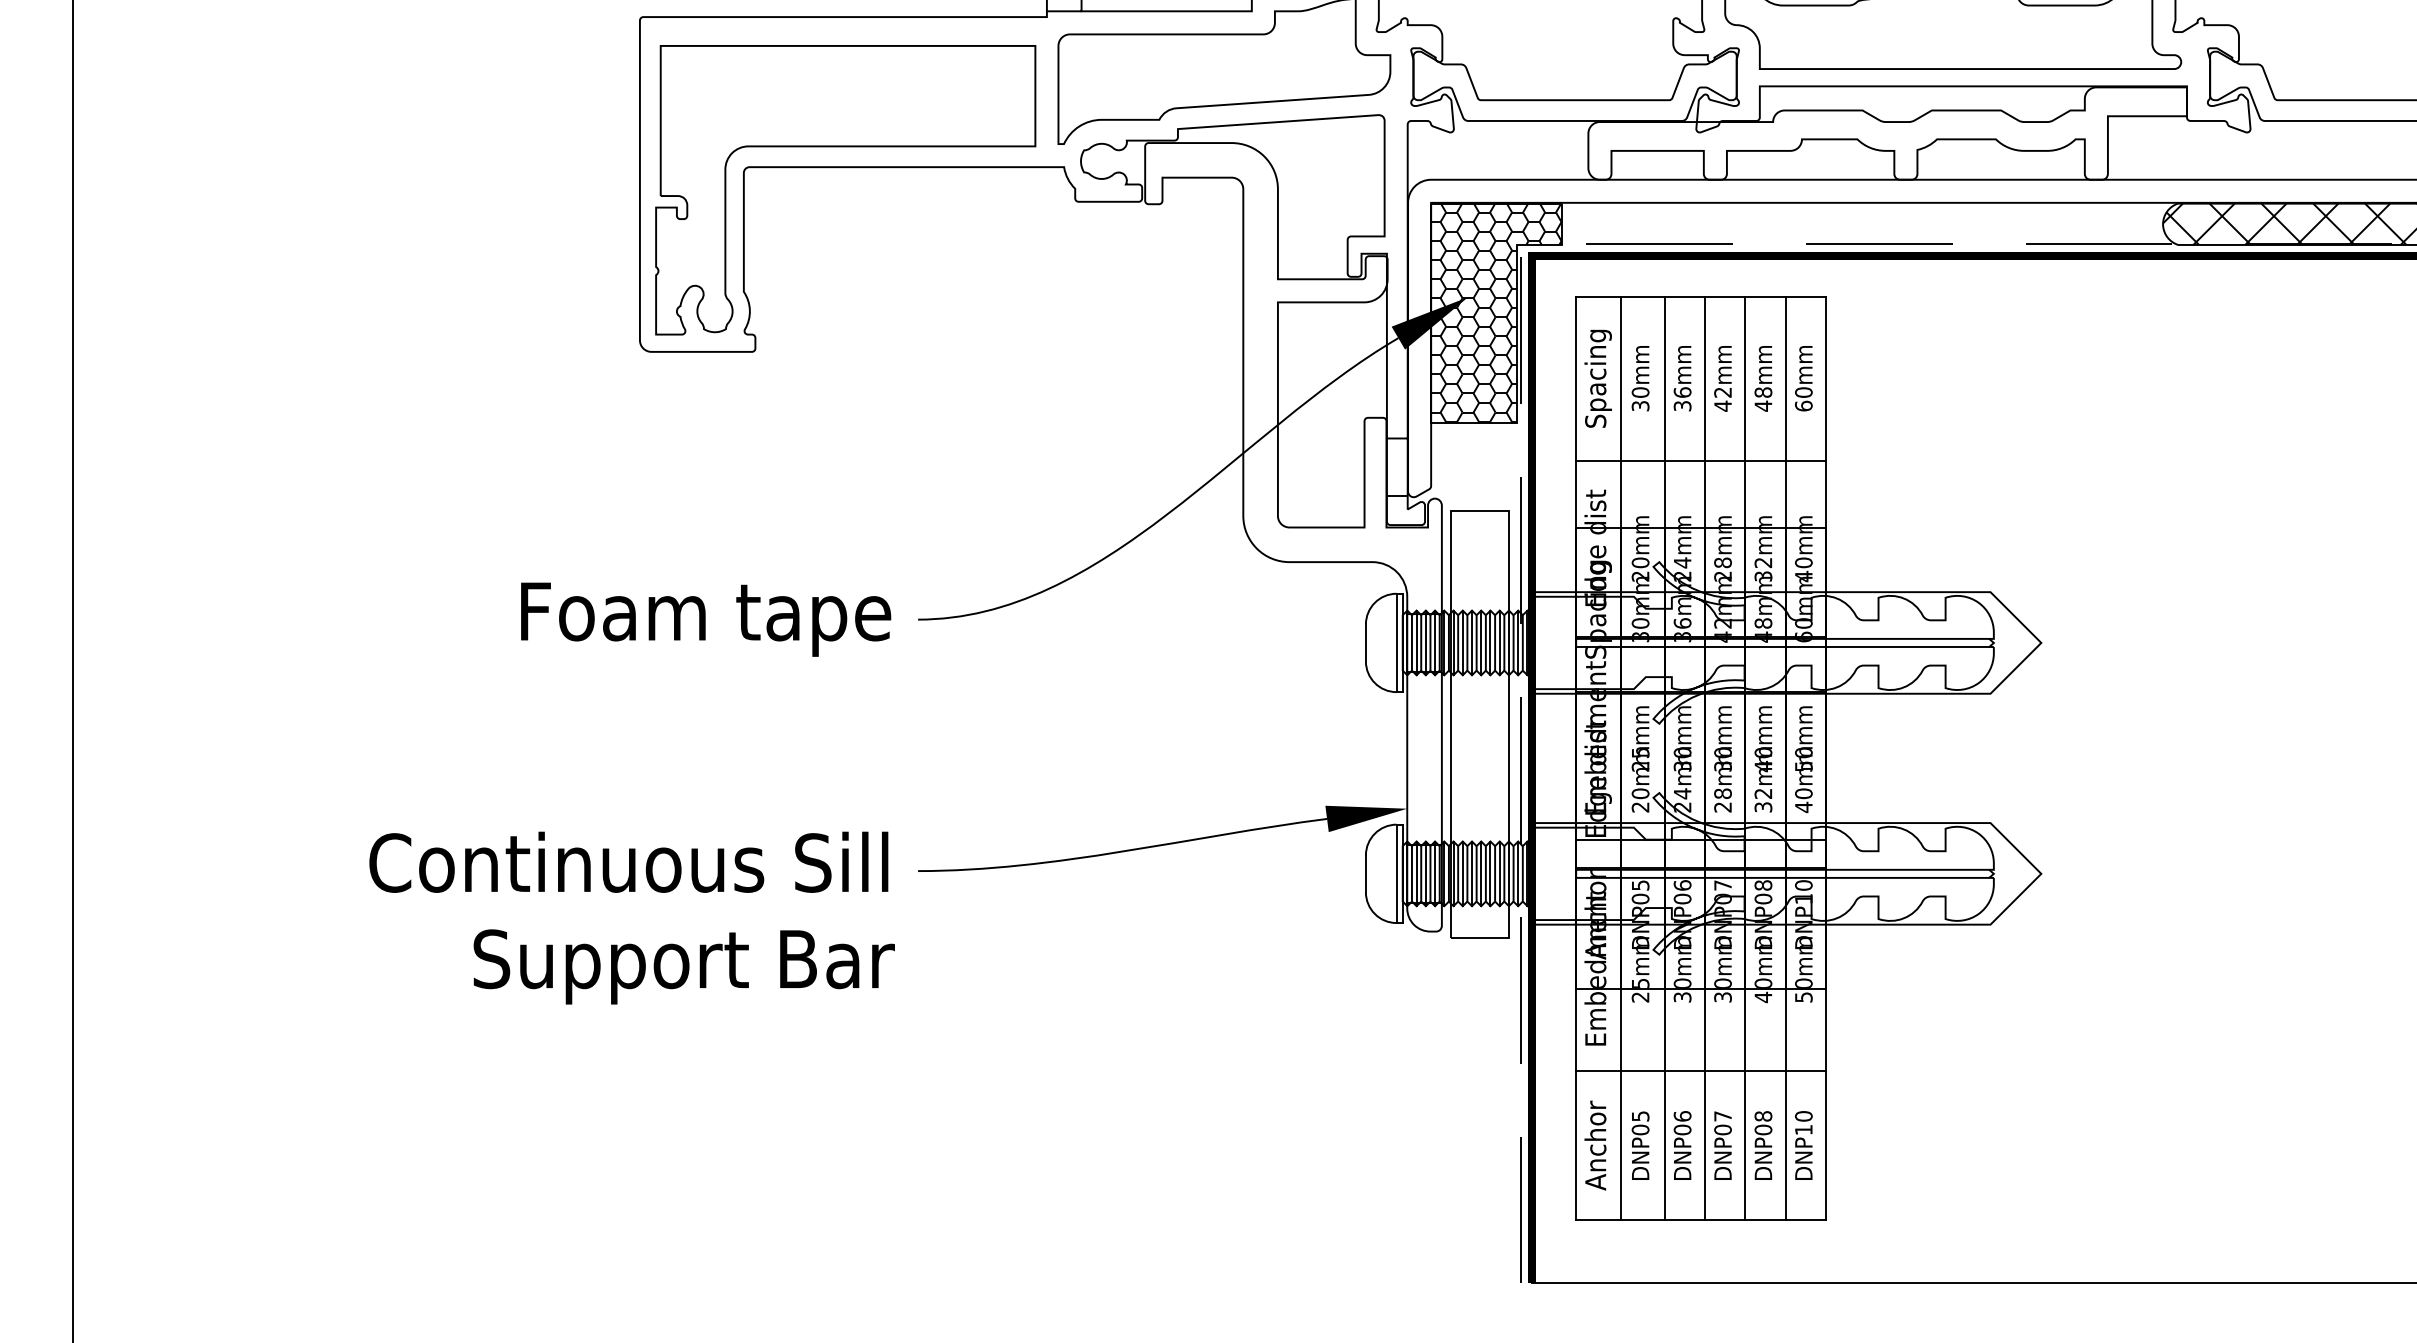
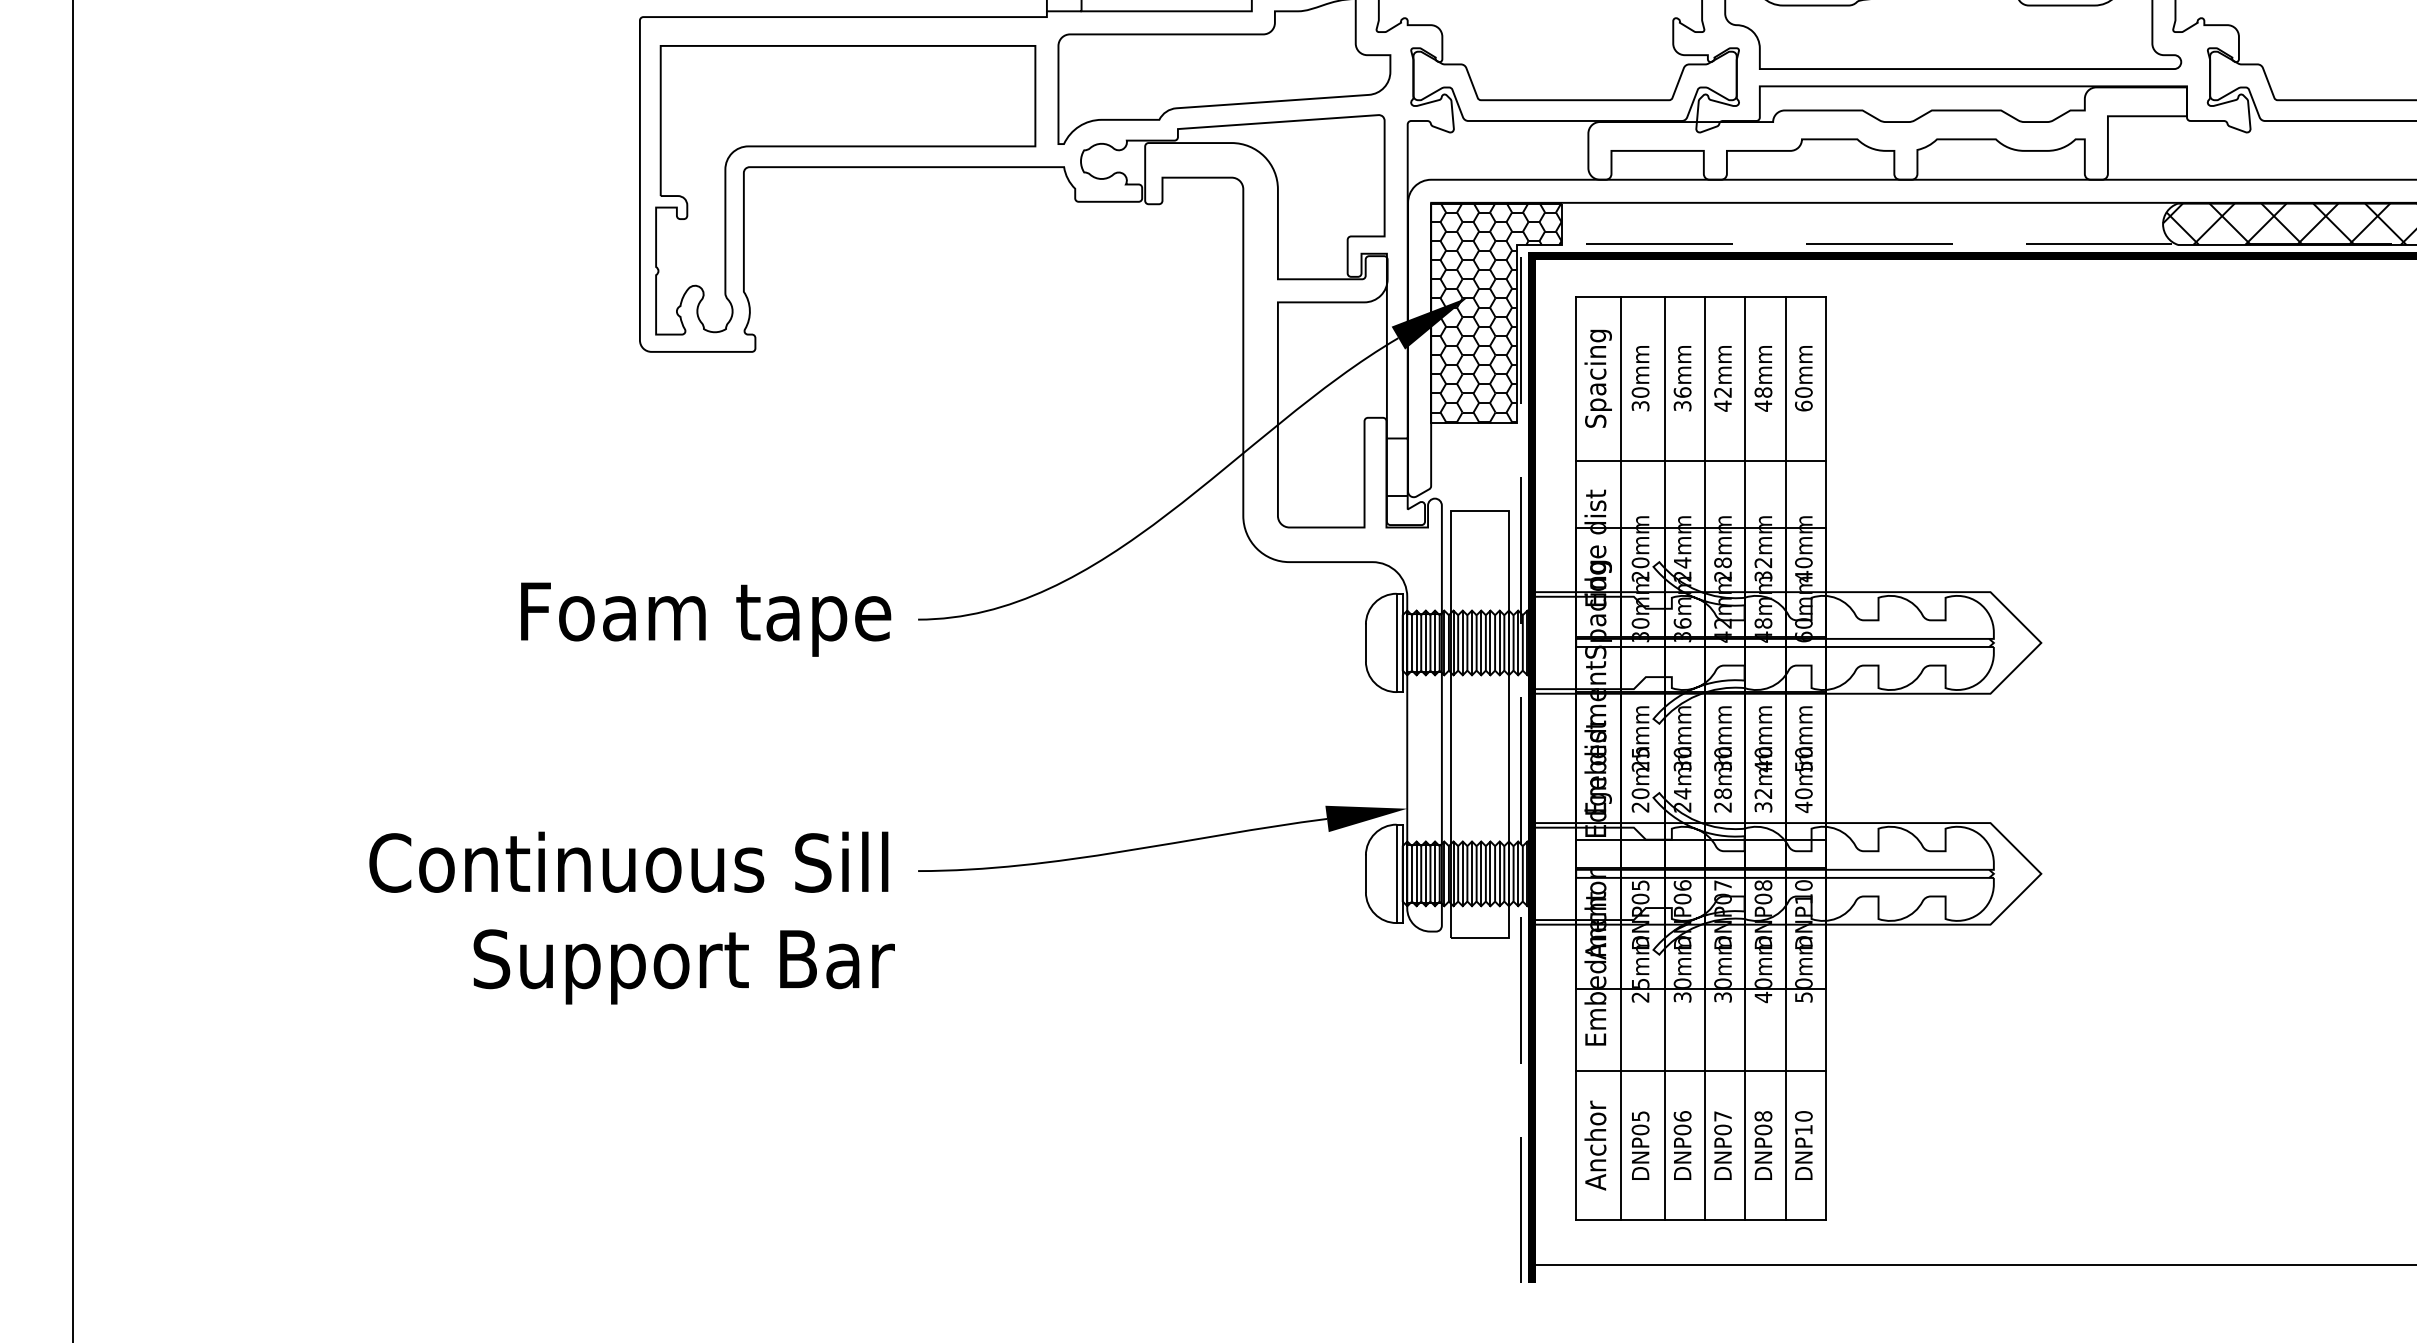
line at (1972, 1283) position: (1972, 1283) -> (1972, 1265)
